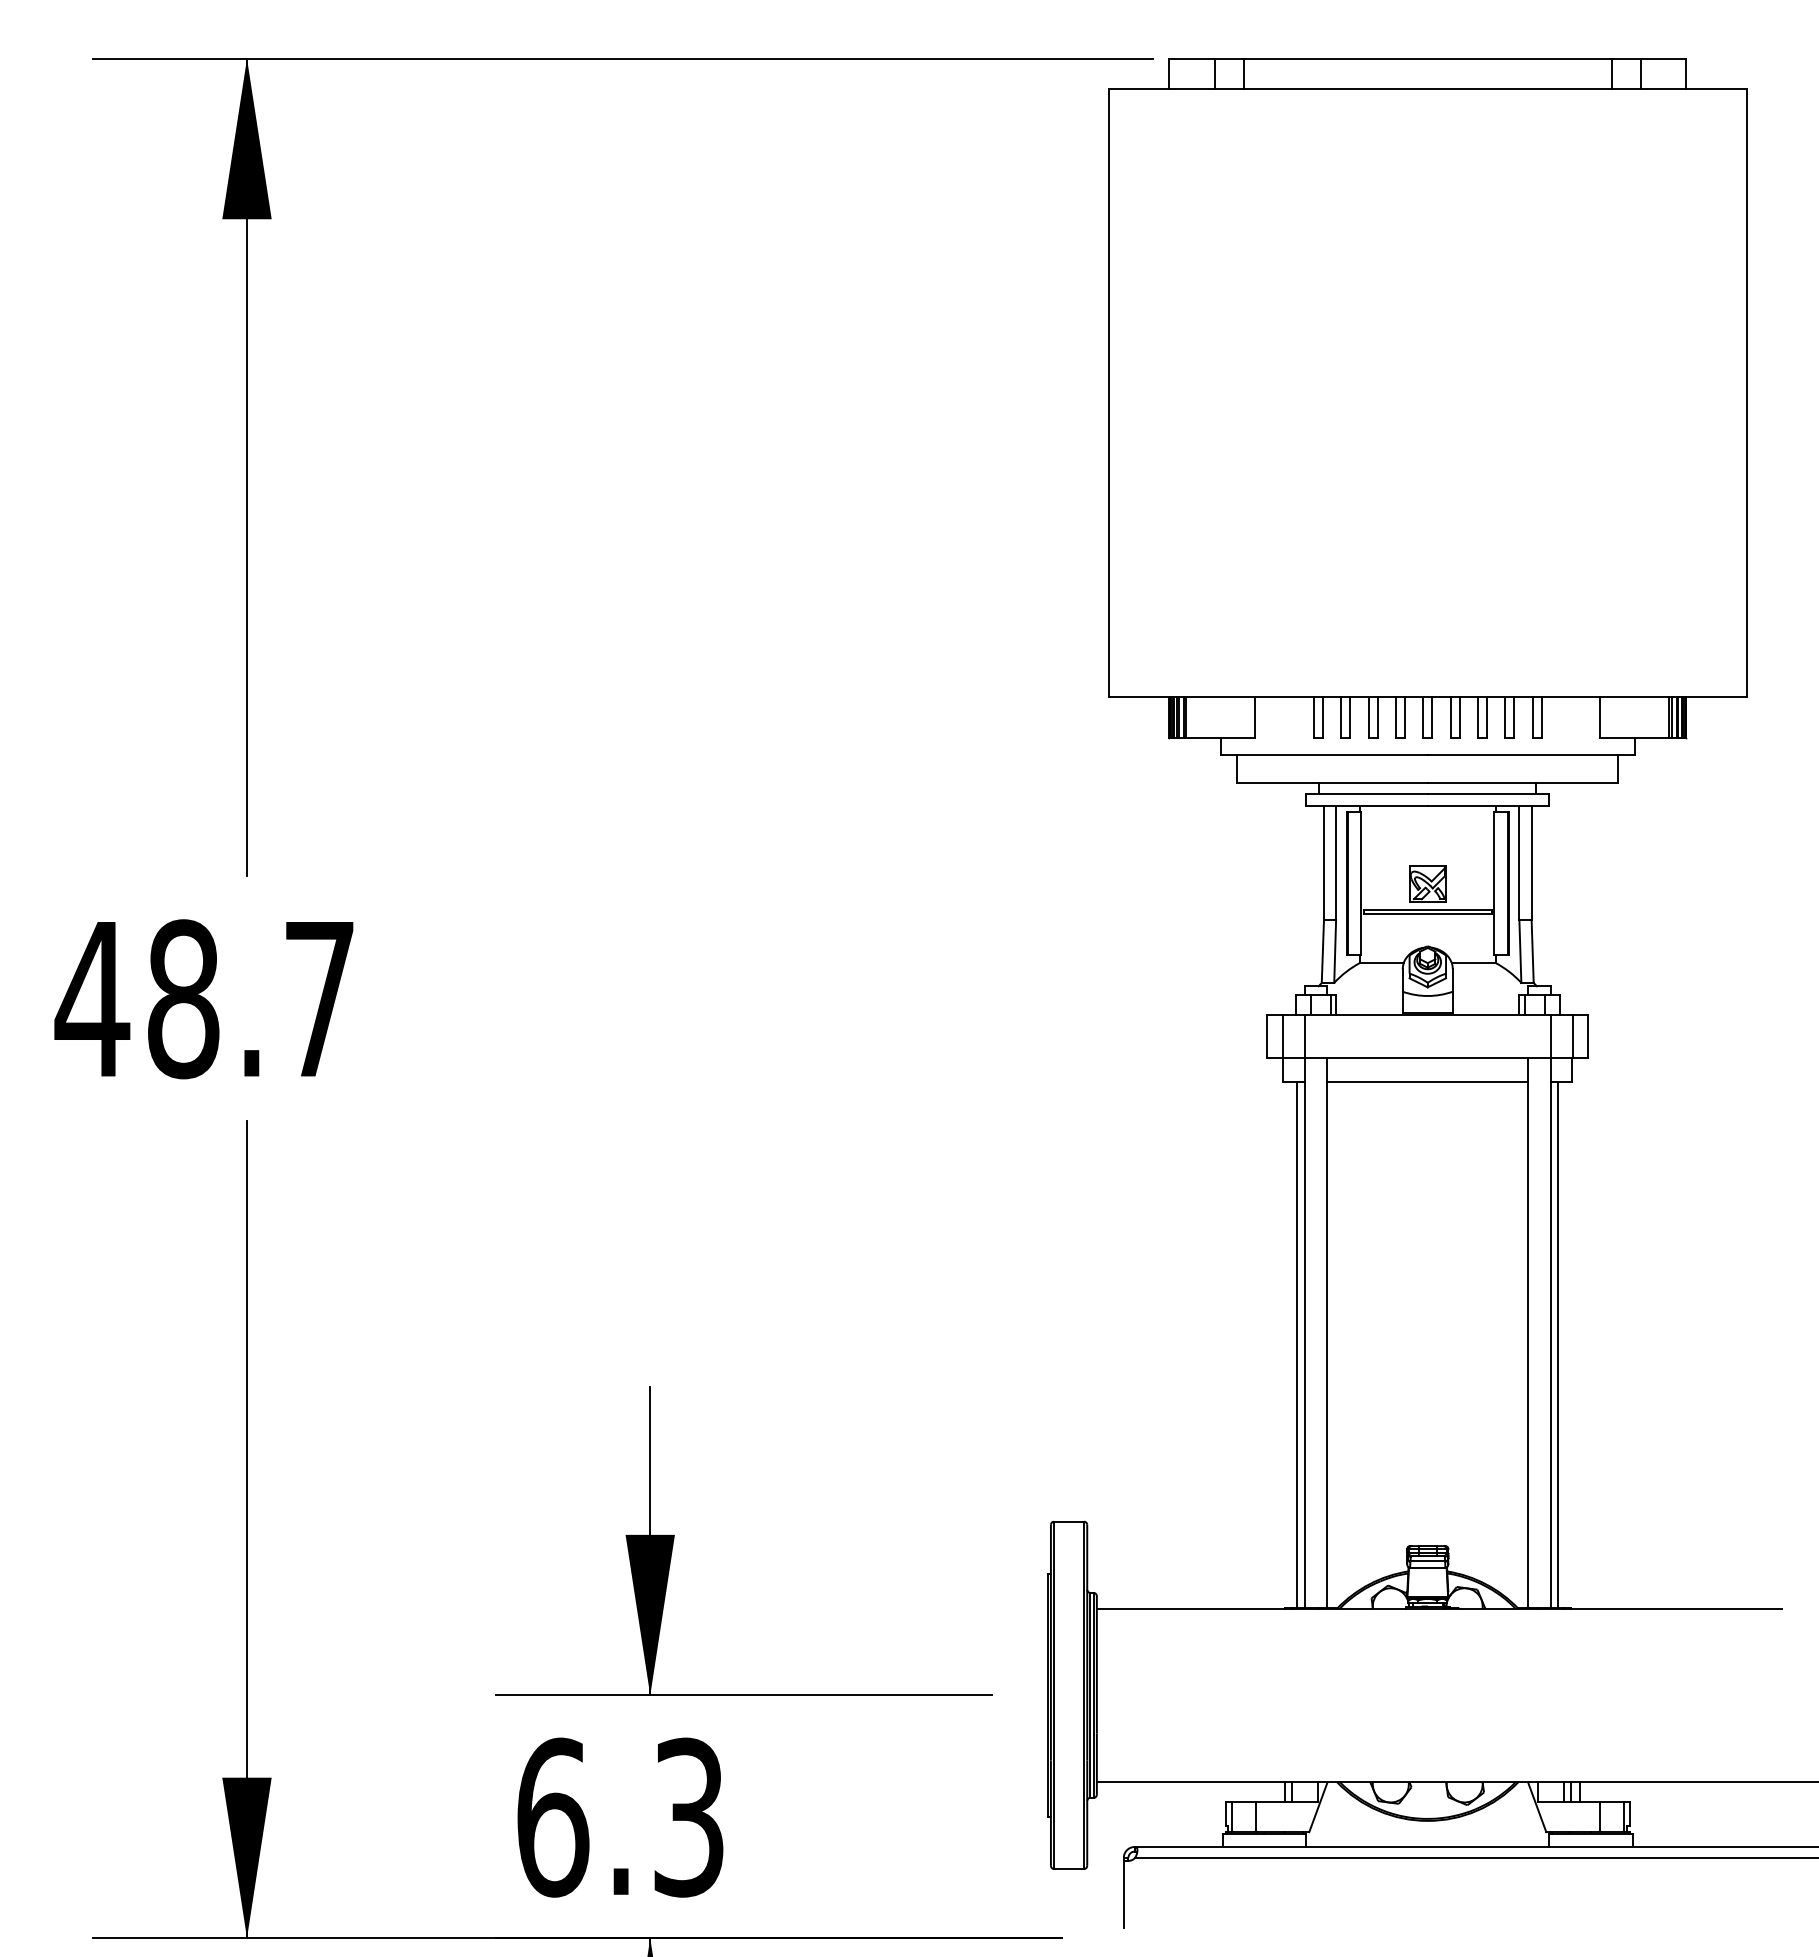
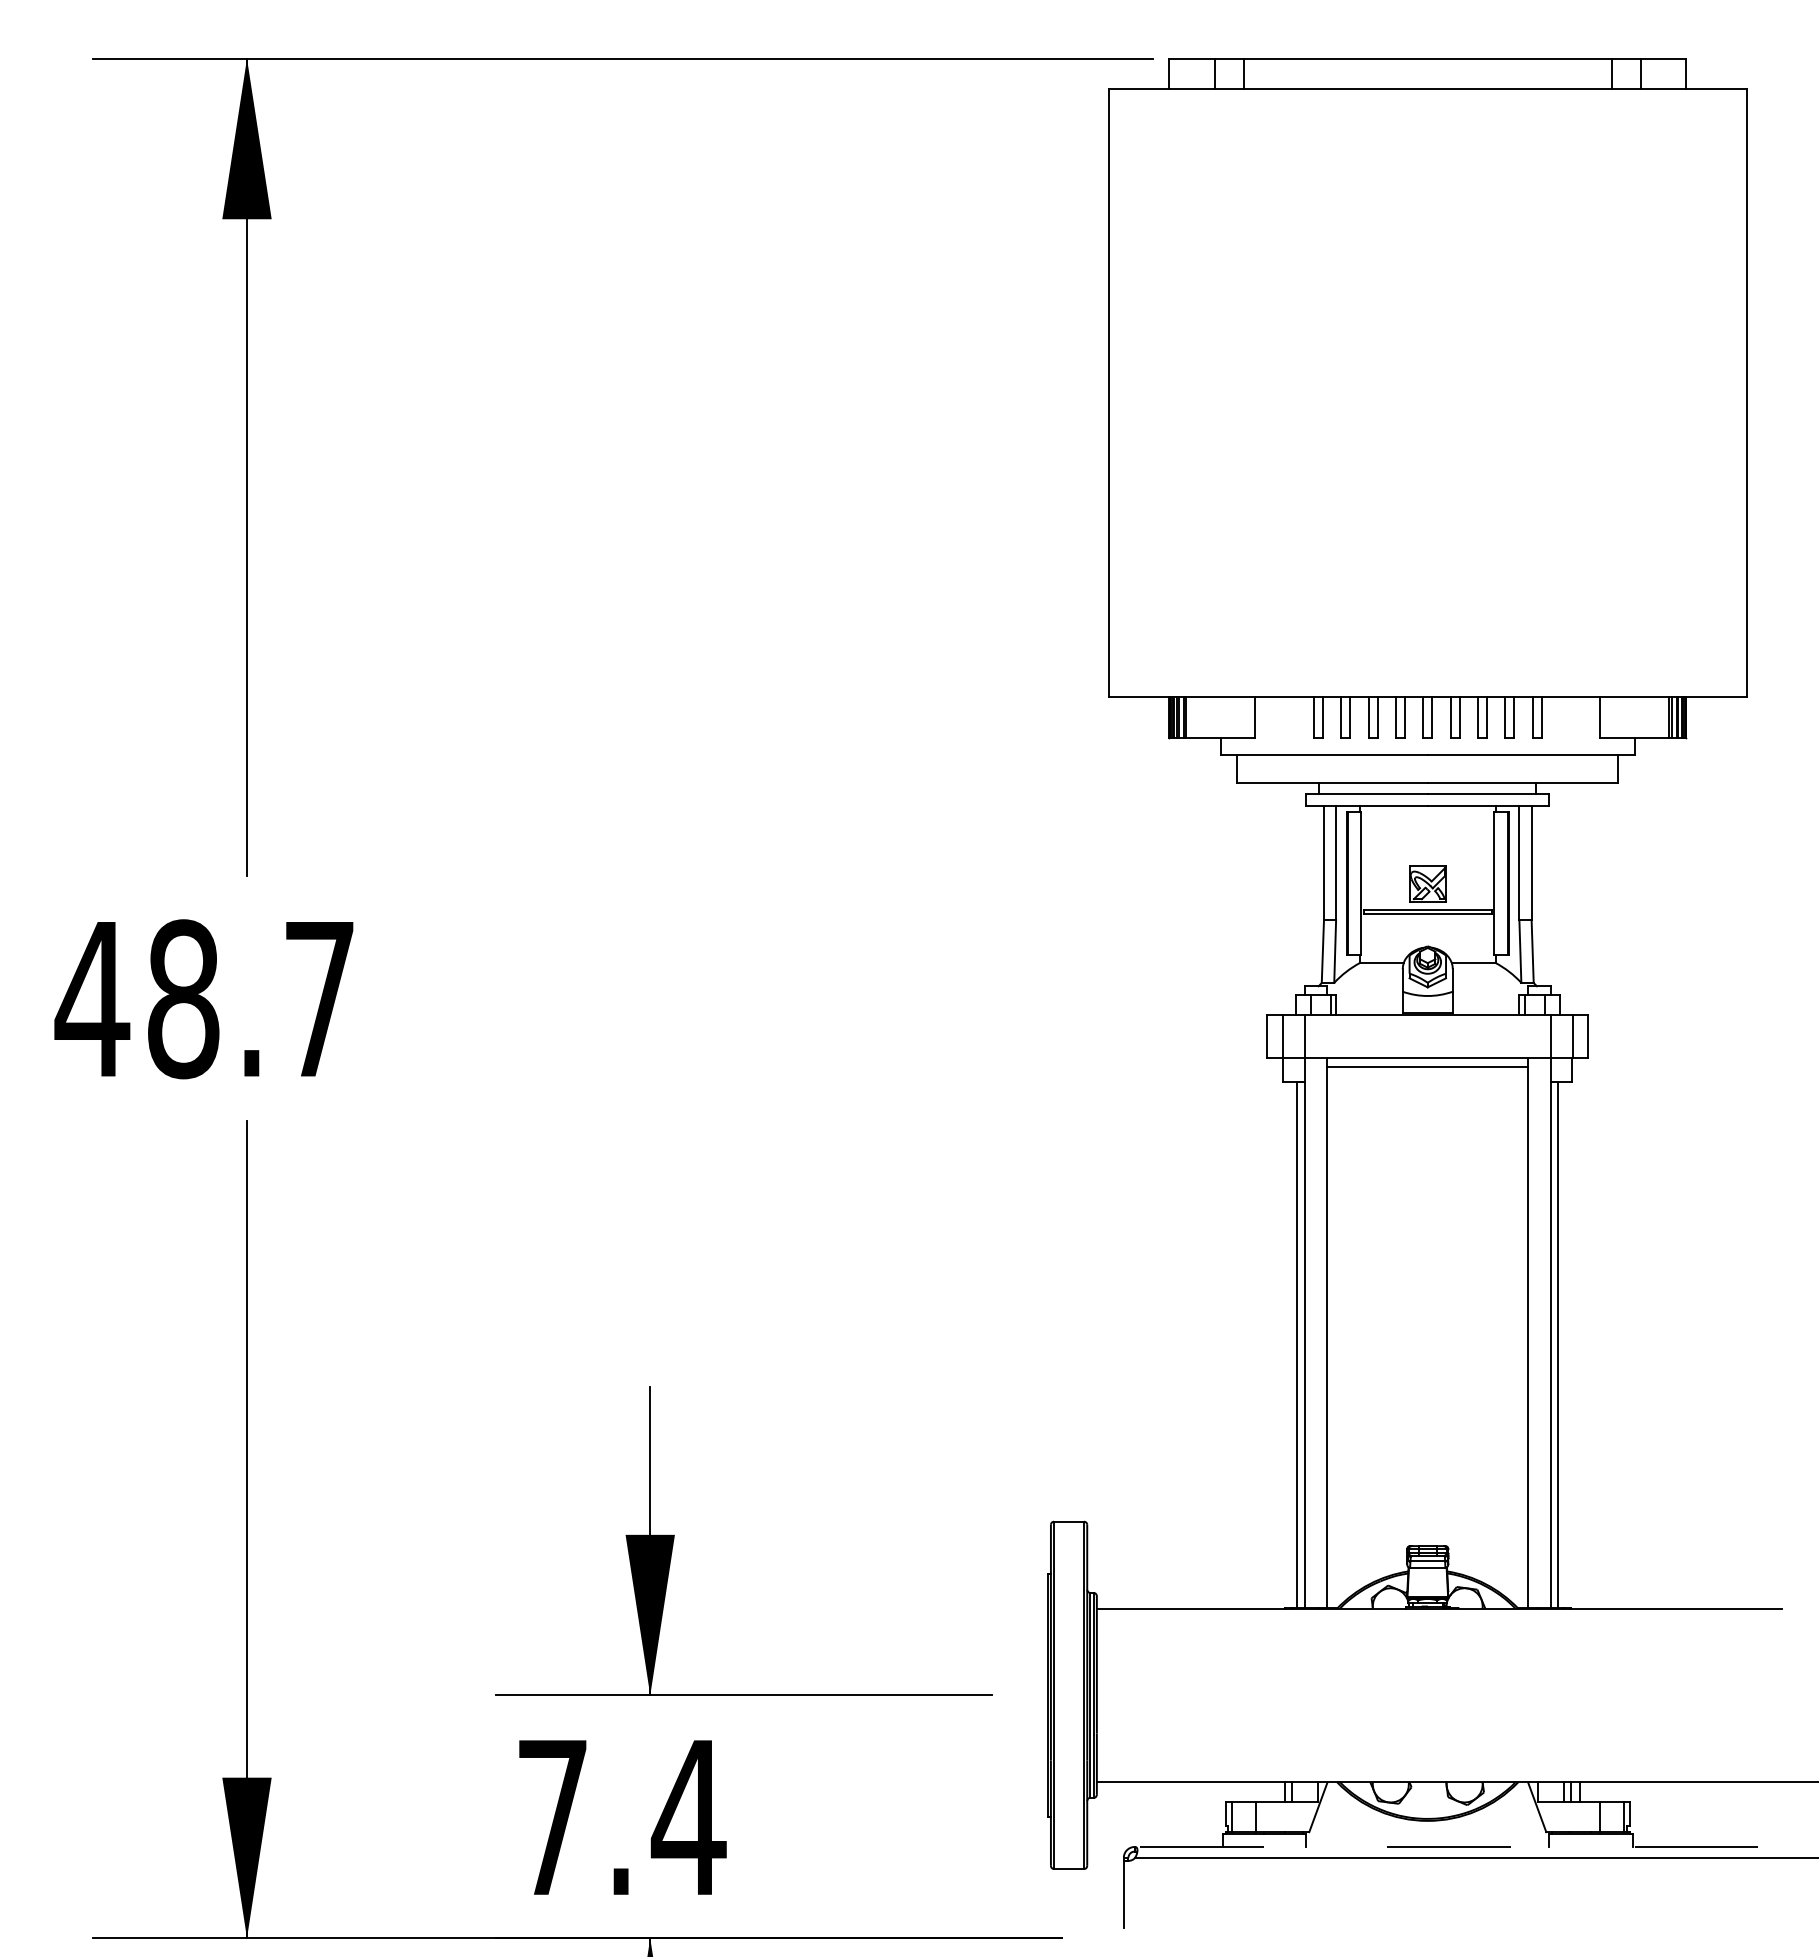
line at (1427, 1081) position: (1427, 1081) -> (1427, 1066)
text at (621, 1817): 6.3 -> 7.4
line at (1476, 1846): solid -> dashed
